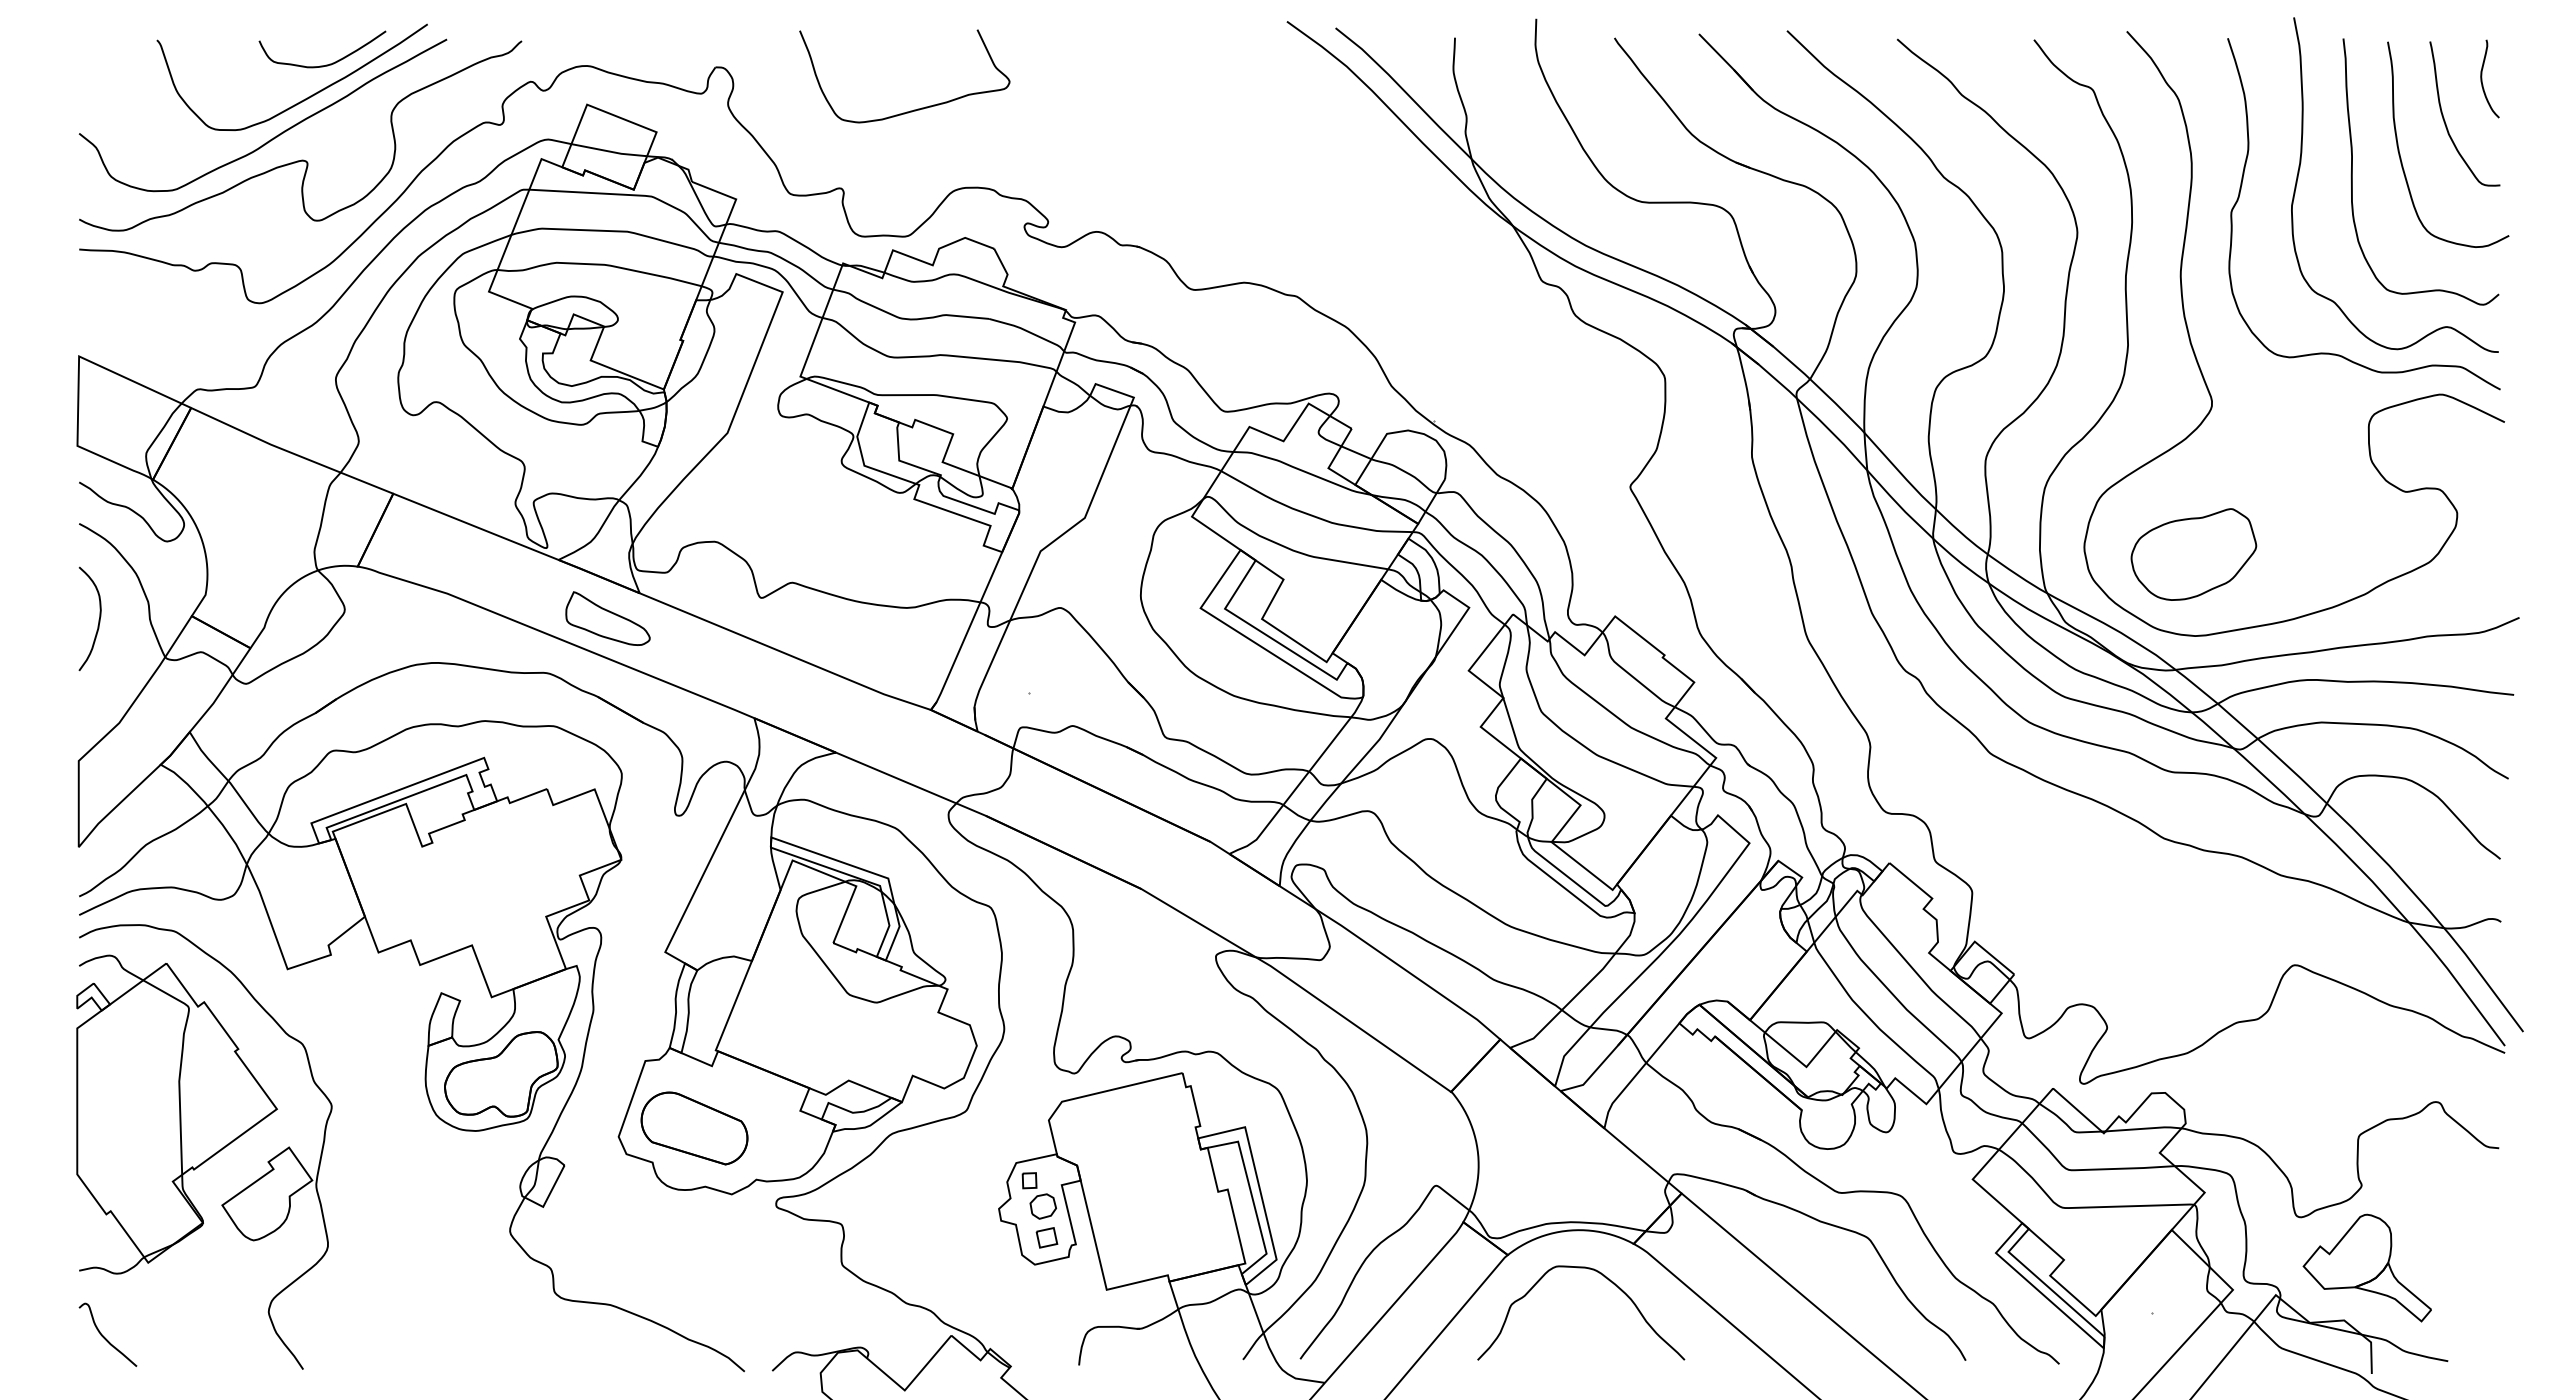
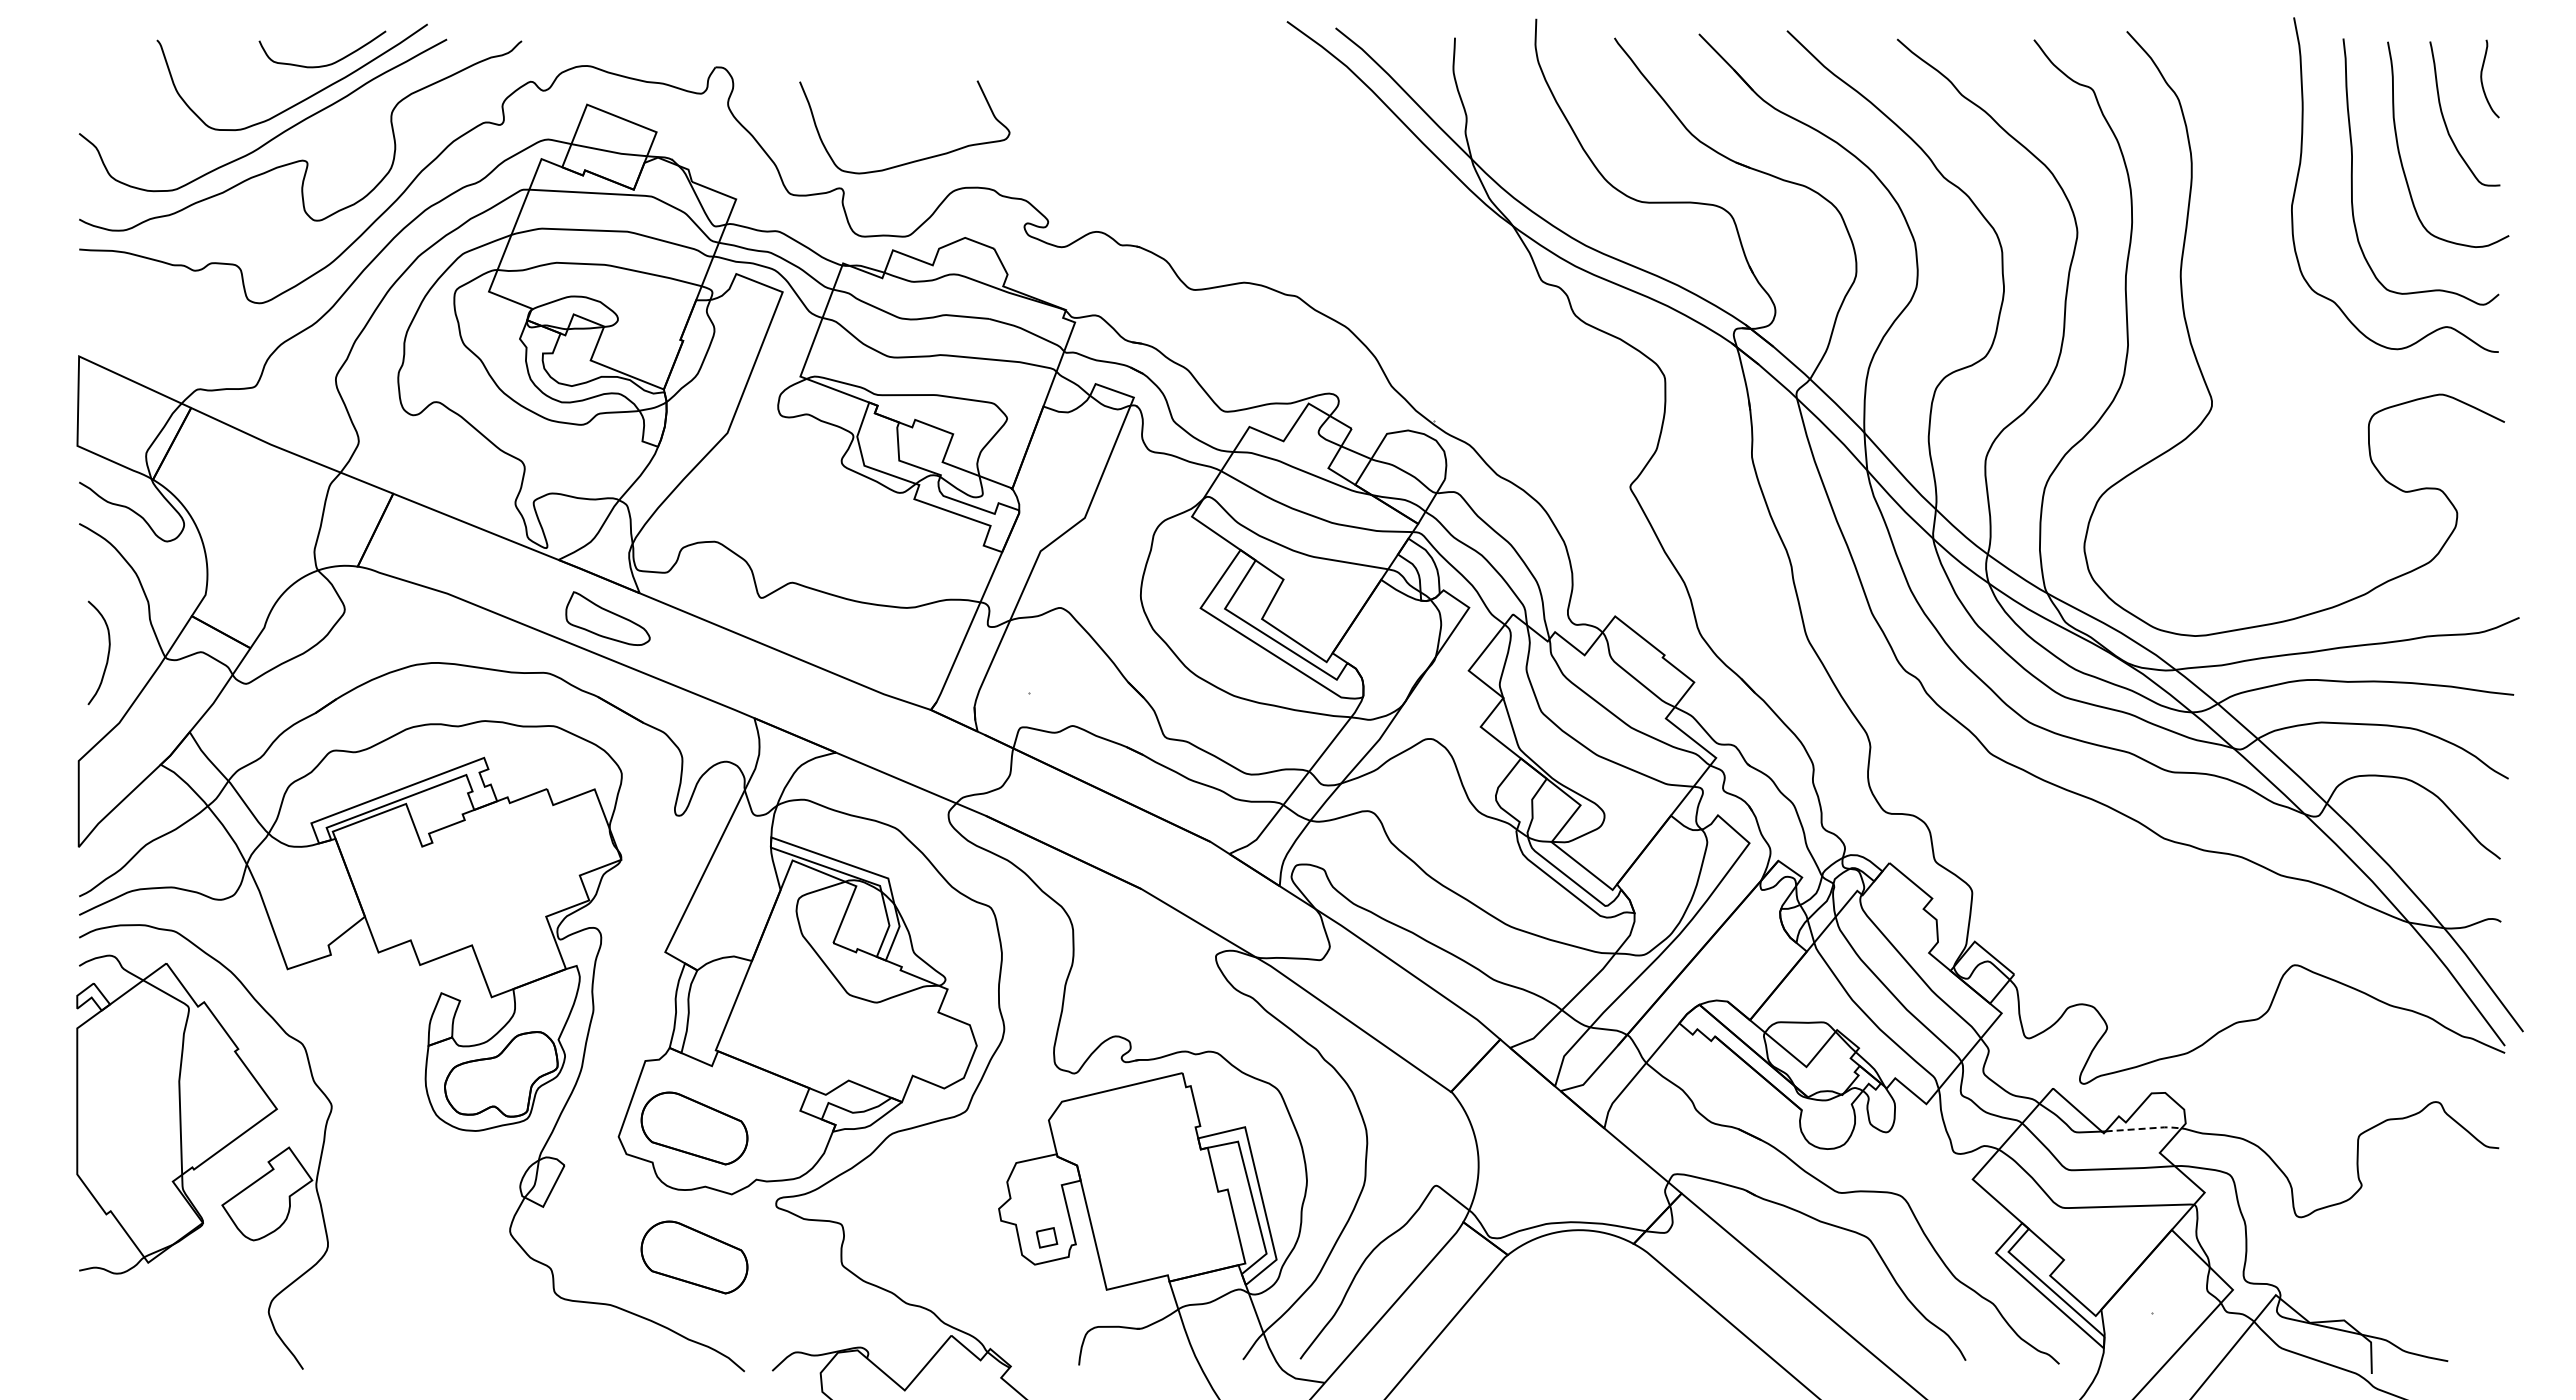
curve at (914, 109) position: (914, 109) -> (914, 160)
curve at (2242, 185): present -> none
part at (2193, 554): present -> none
curve at (98, 619) position: (98, 619) -> (107, 653)
line at (2145, 1128): solid -> dashed
part at (1038, 1195): present -> none
part at (694, 1257): none -> present
part at (2366, 1267): present -> none
curve at (1605, 1278): present -> none
curve at (104, 1336): present -> none
